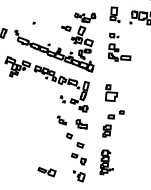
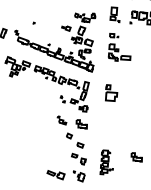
part at (113, 123): present -> none
part at (136, 157): none -> present
part at (46, 172) position: (46, 172) -> (55, 175)
